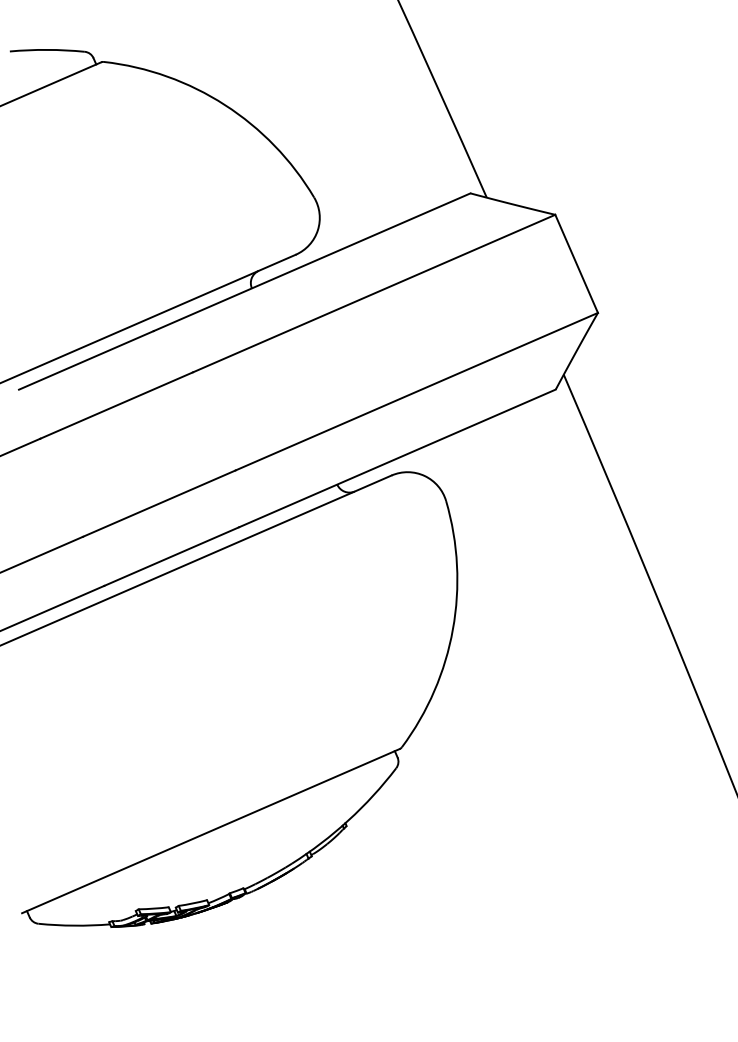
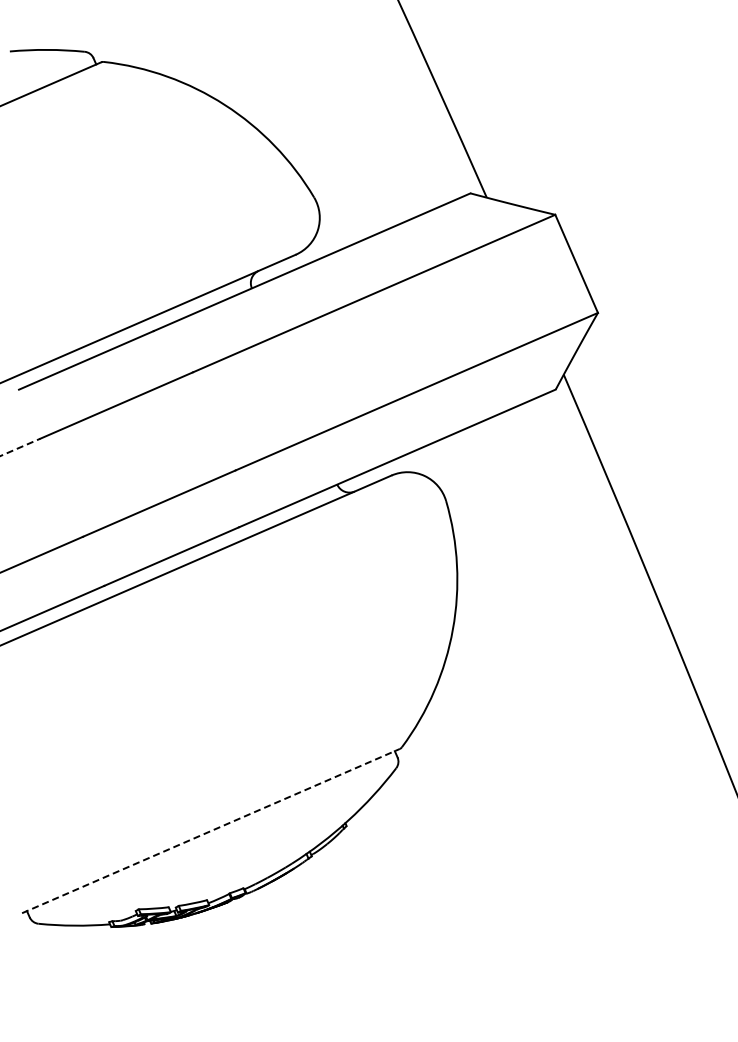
line at (21, 447): solid -> dashed
line at (210, 831): solid -> dashed
